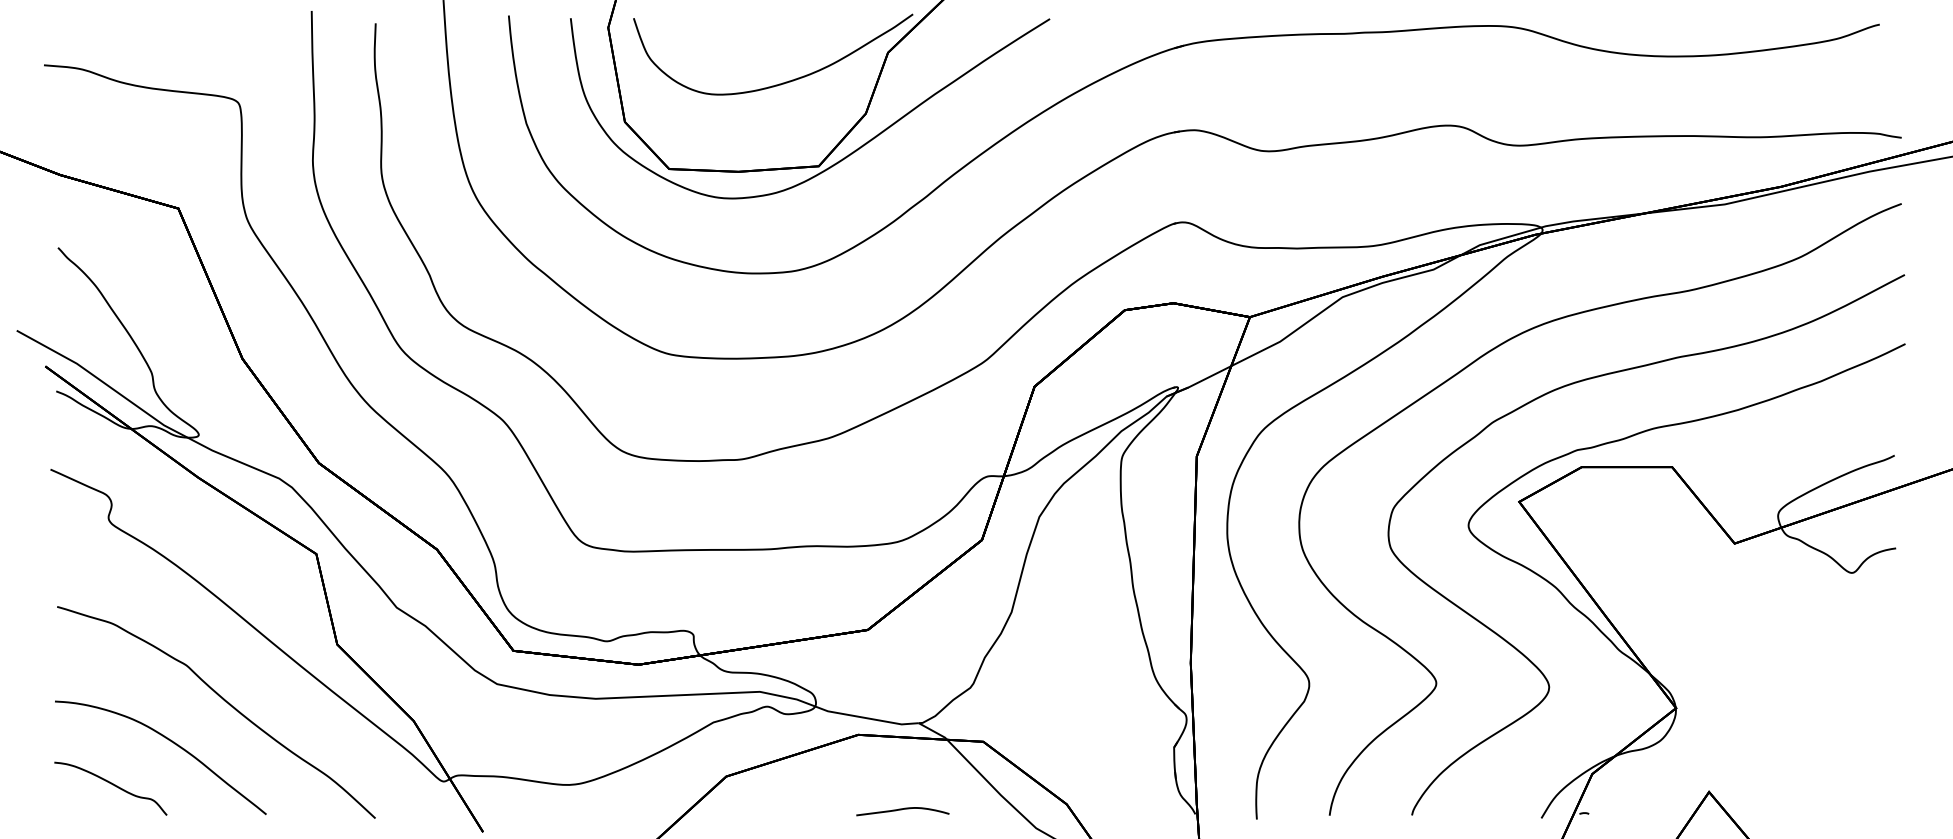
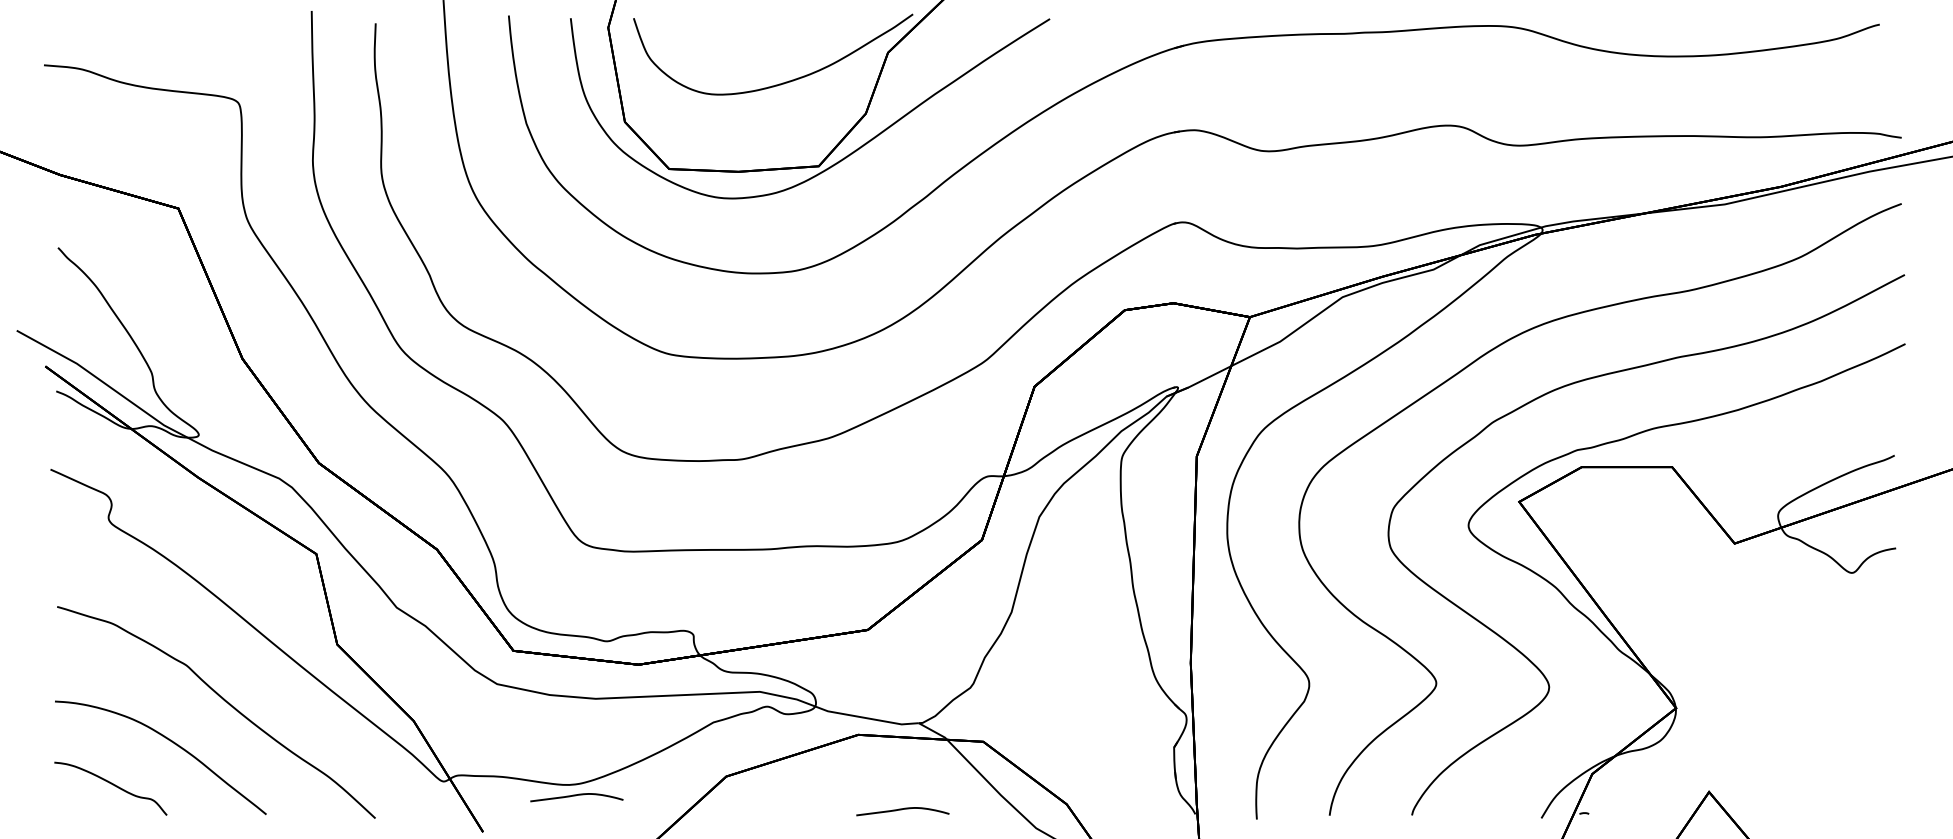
curve at (575, 796): none -> present
